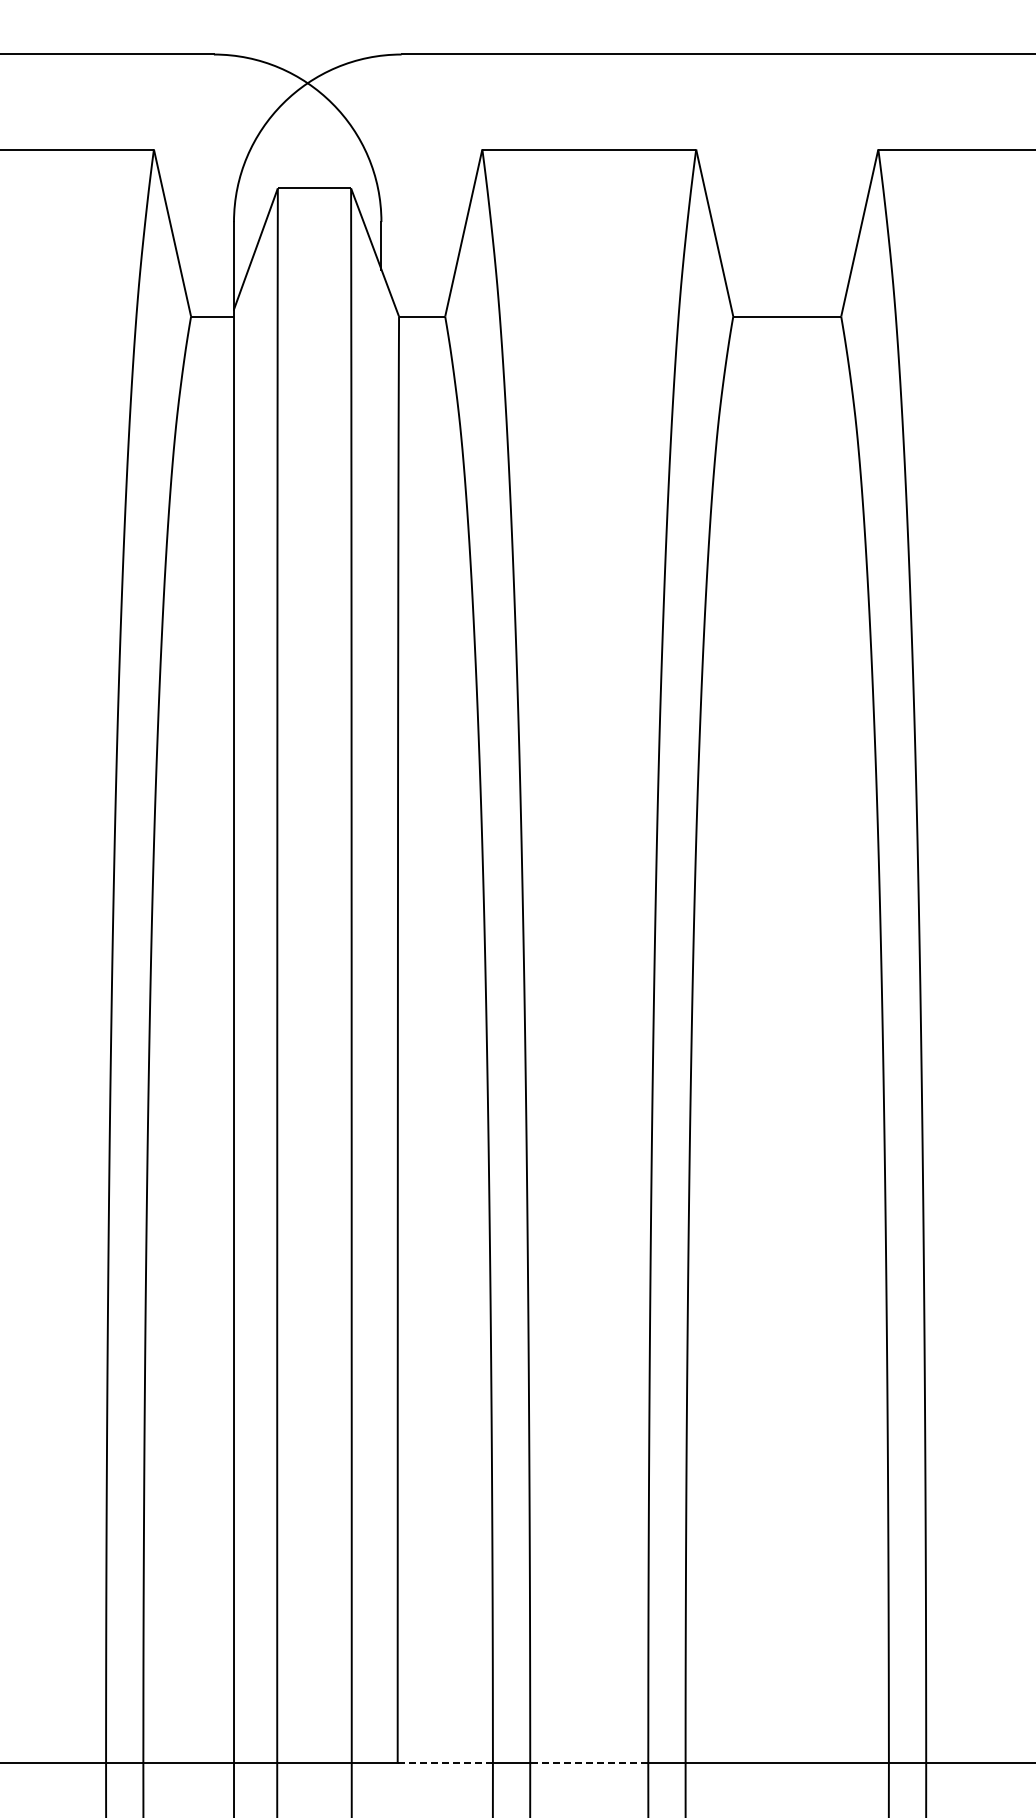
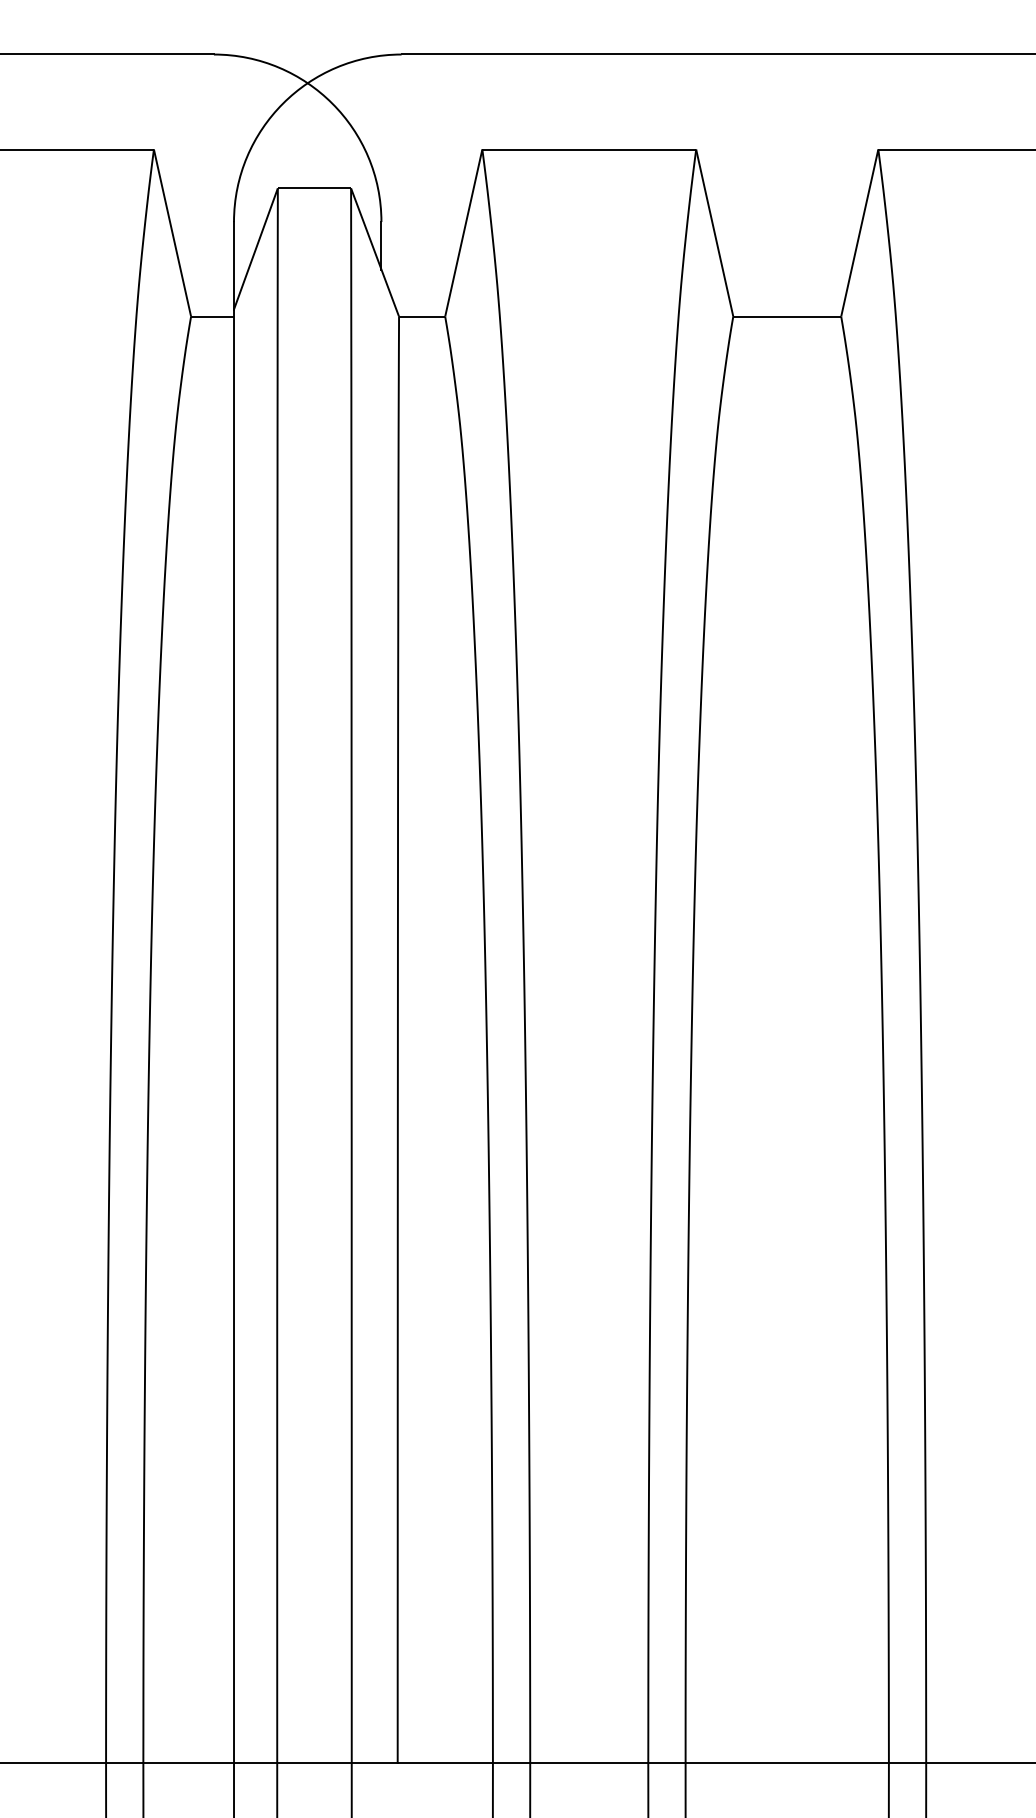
line at (445, 1763): dashed -> solid
line at (588, 1763): dashed -> solid
